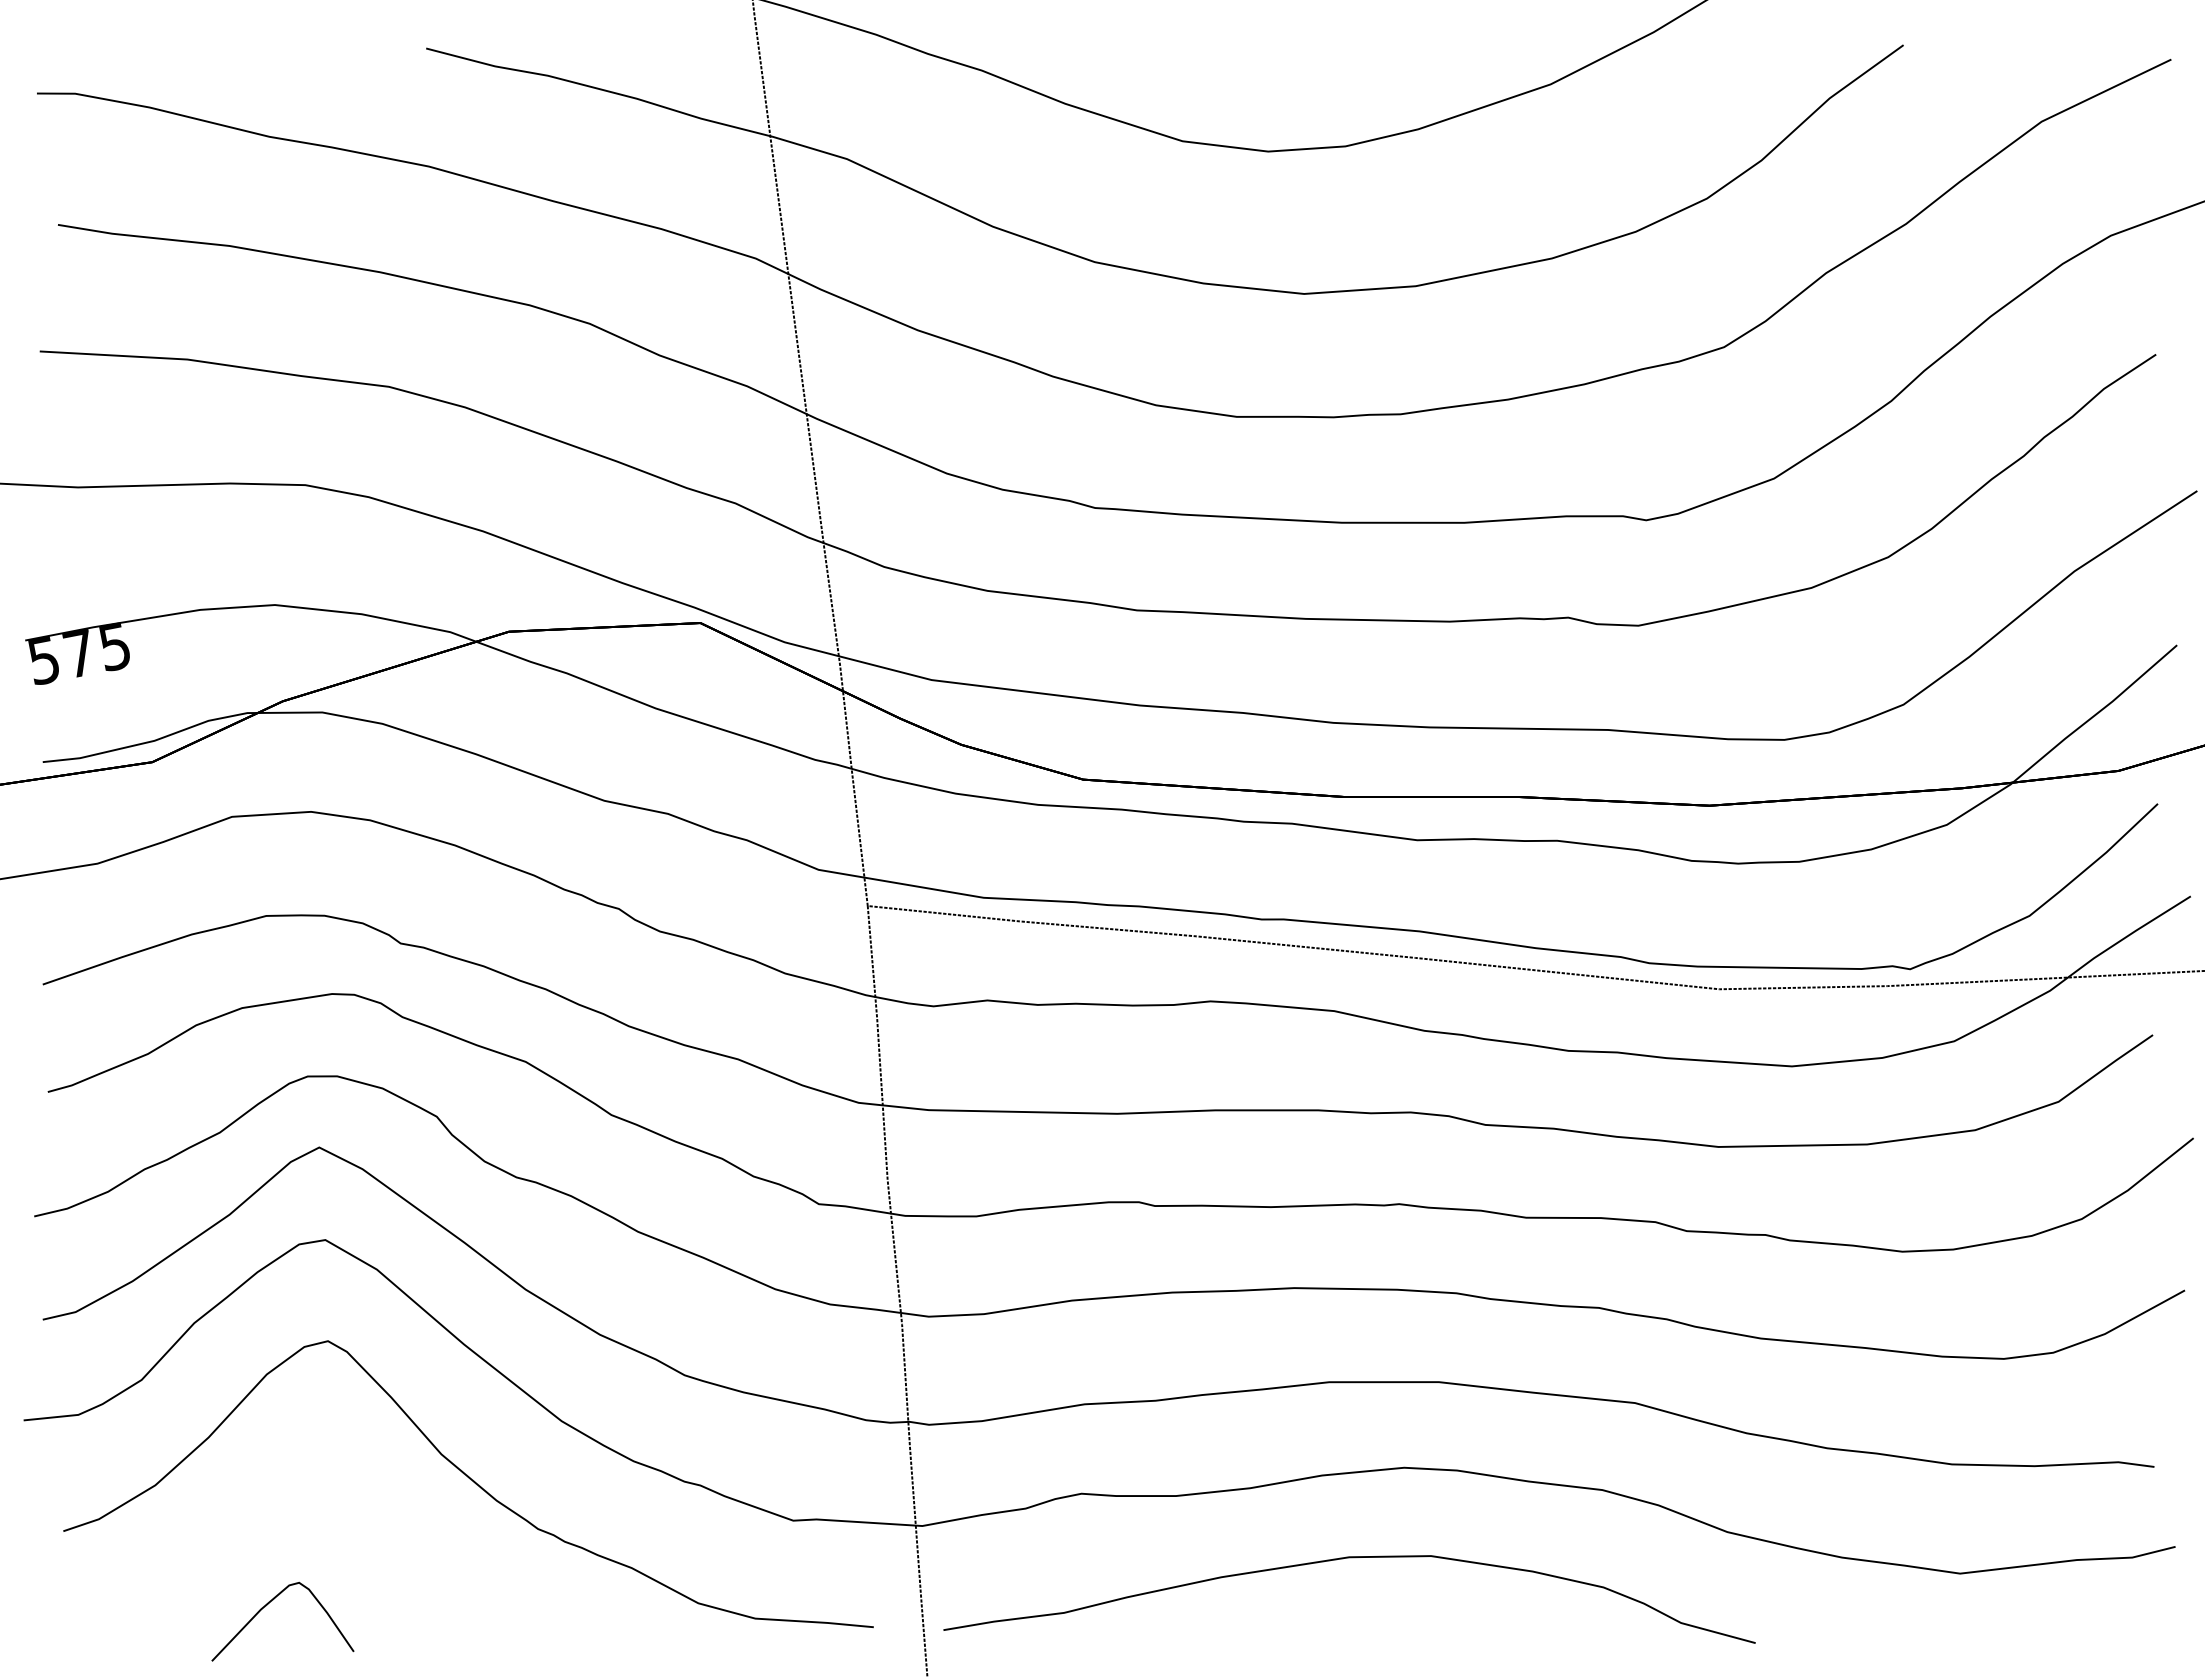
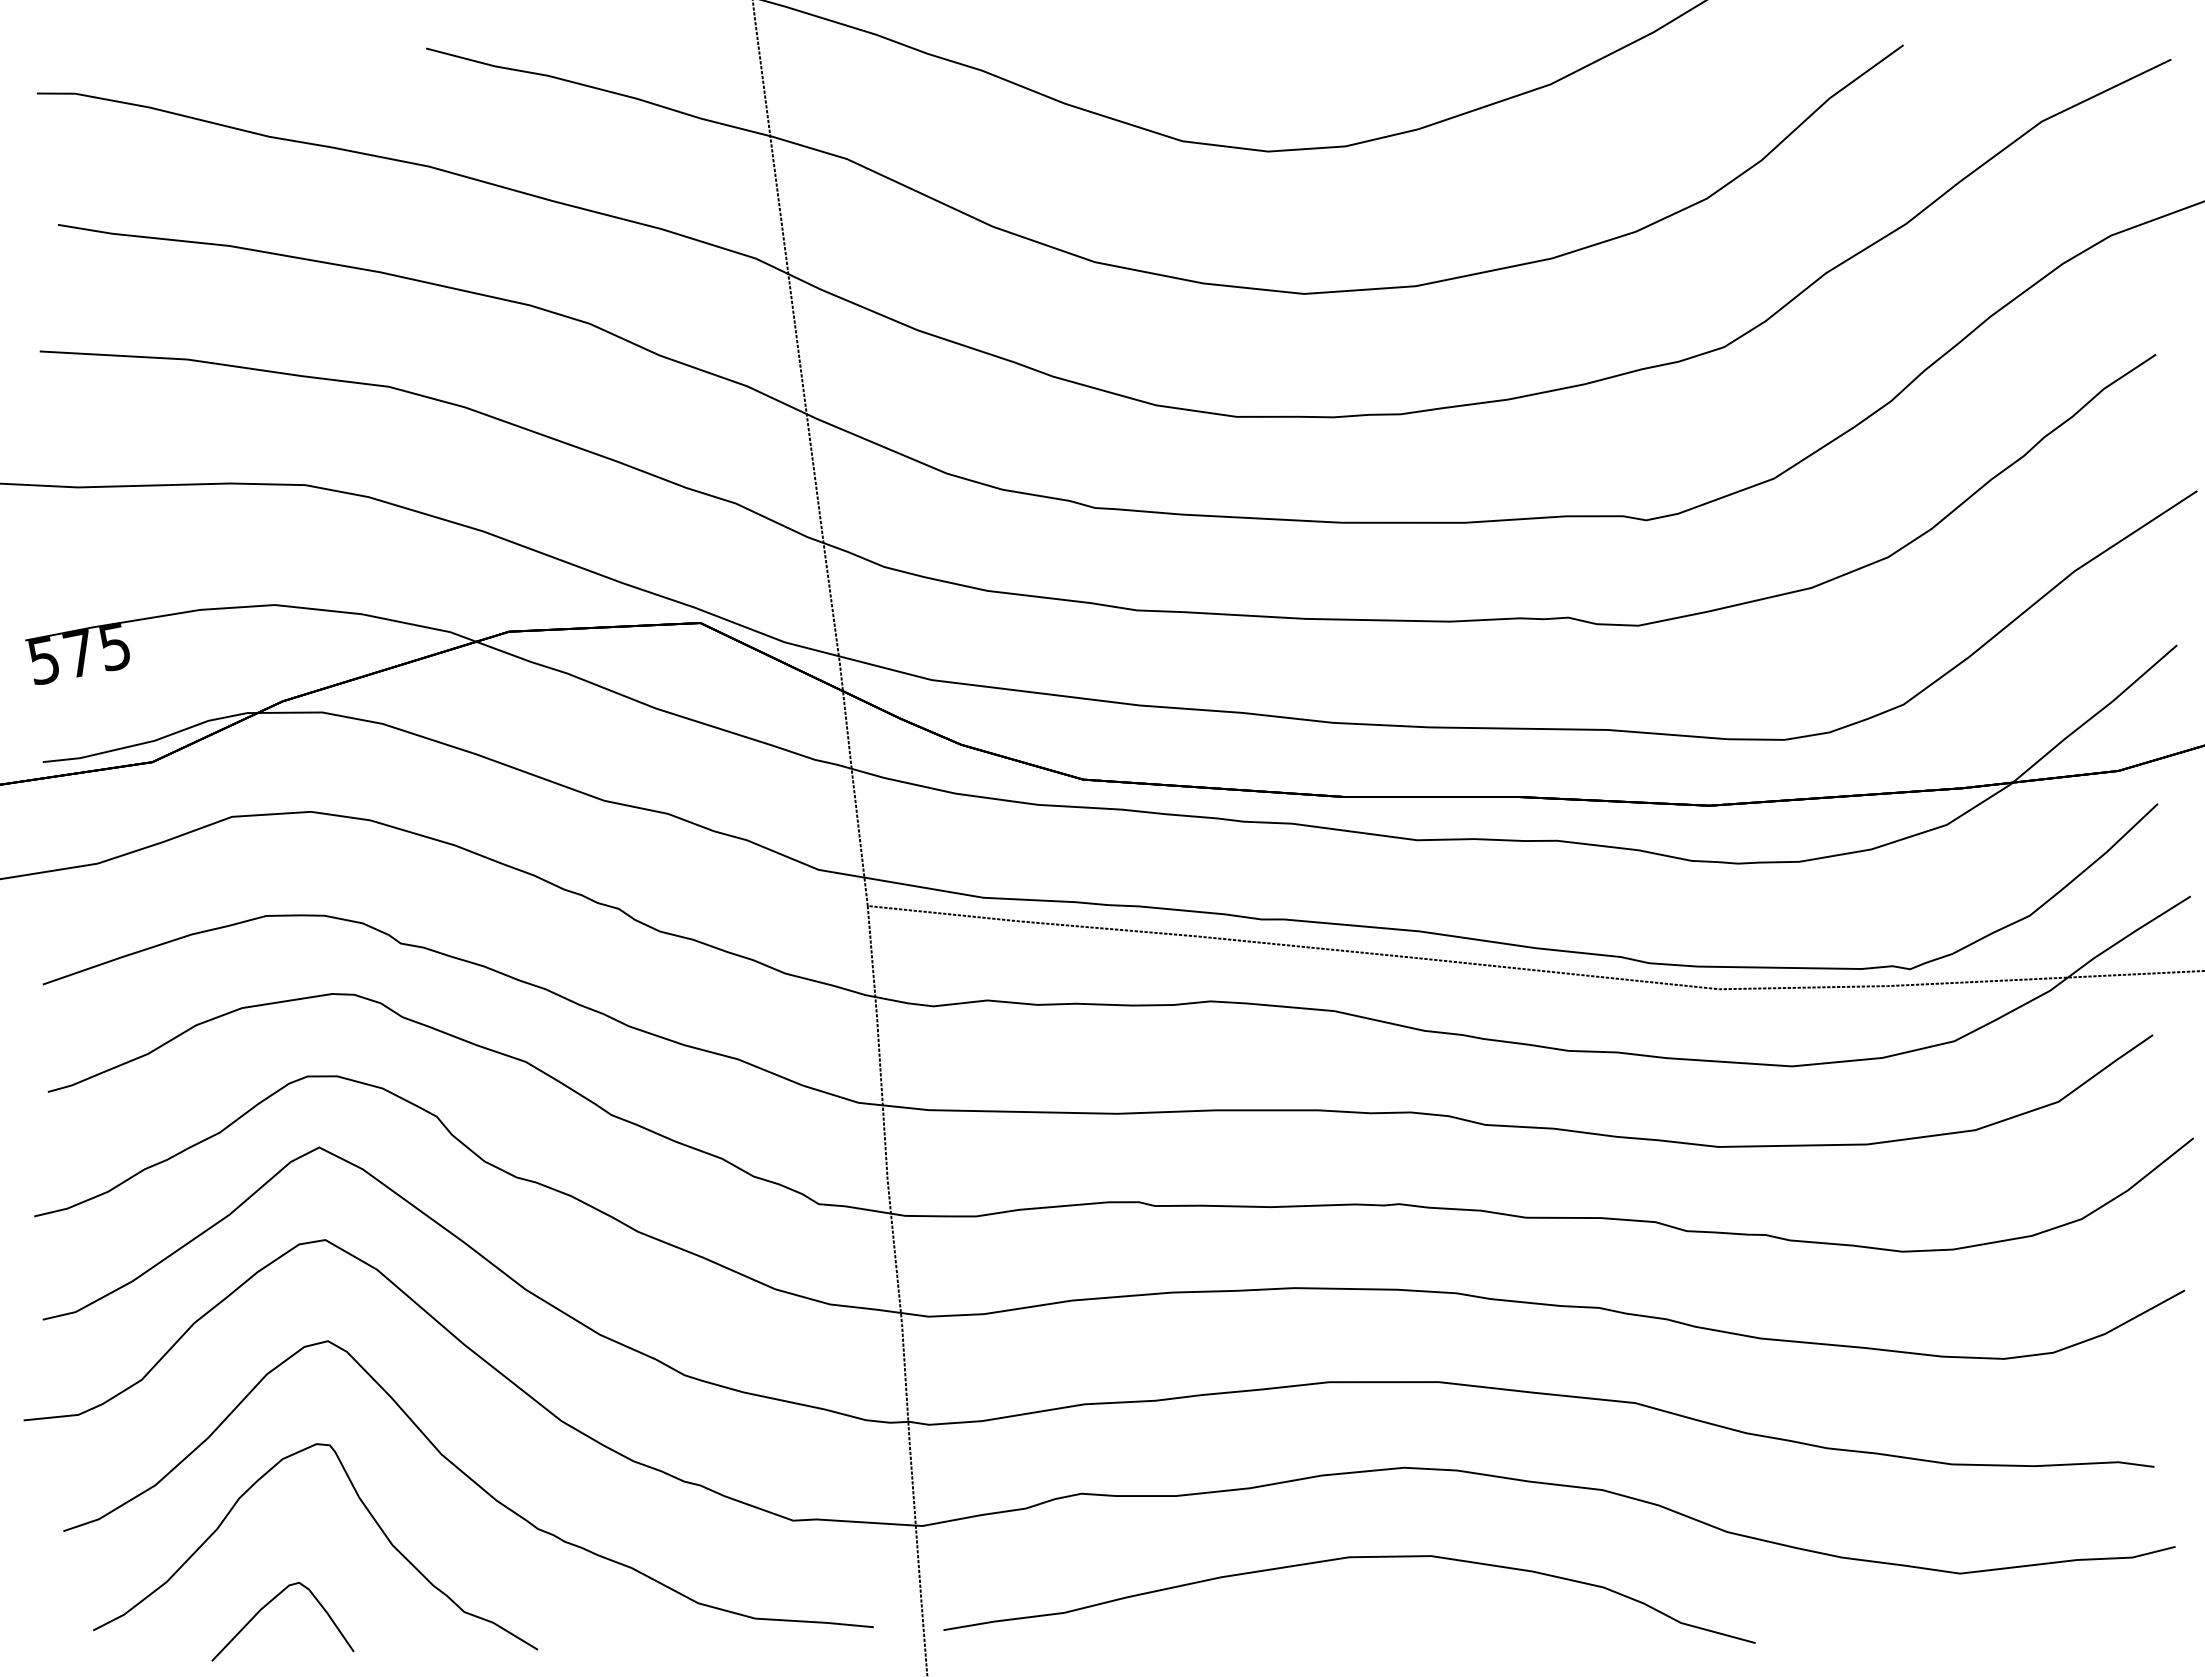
part at (367, 1511): none -> present
